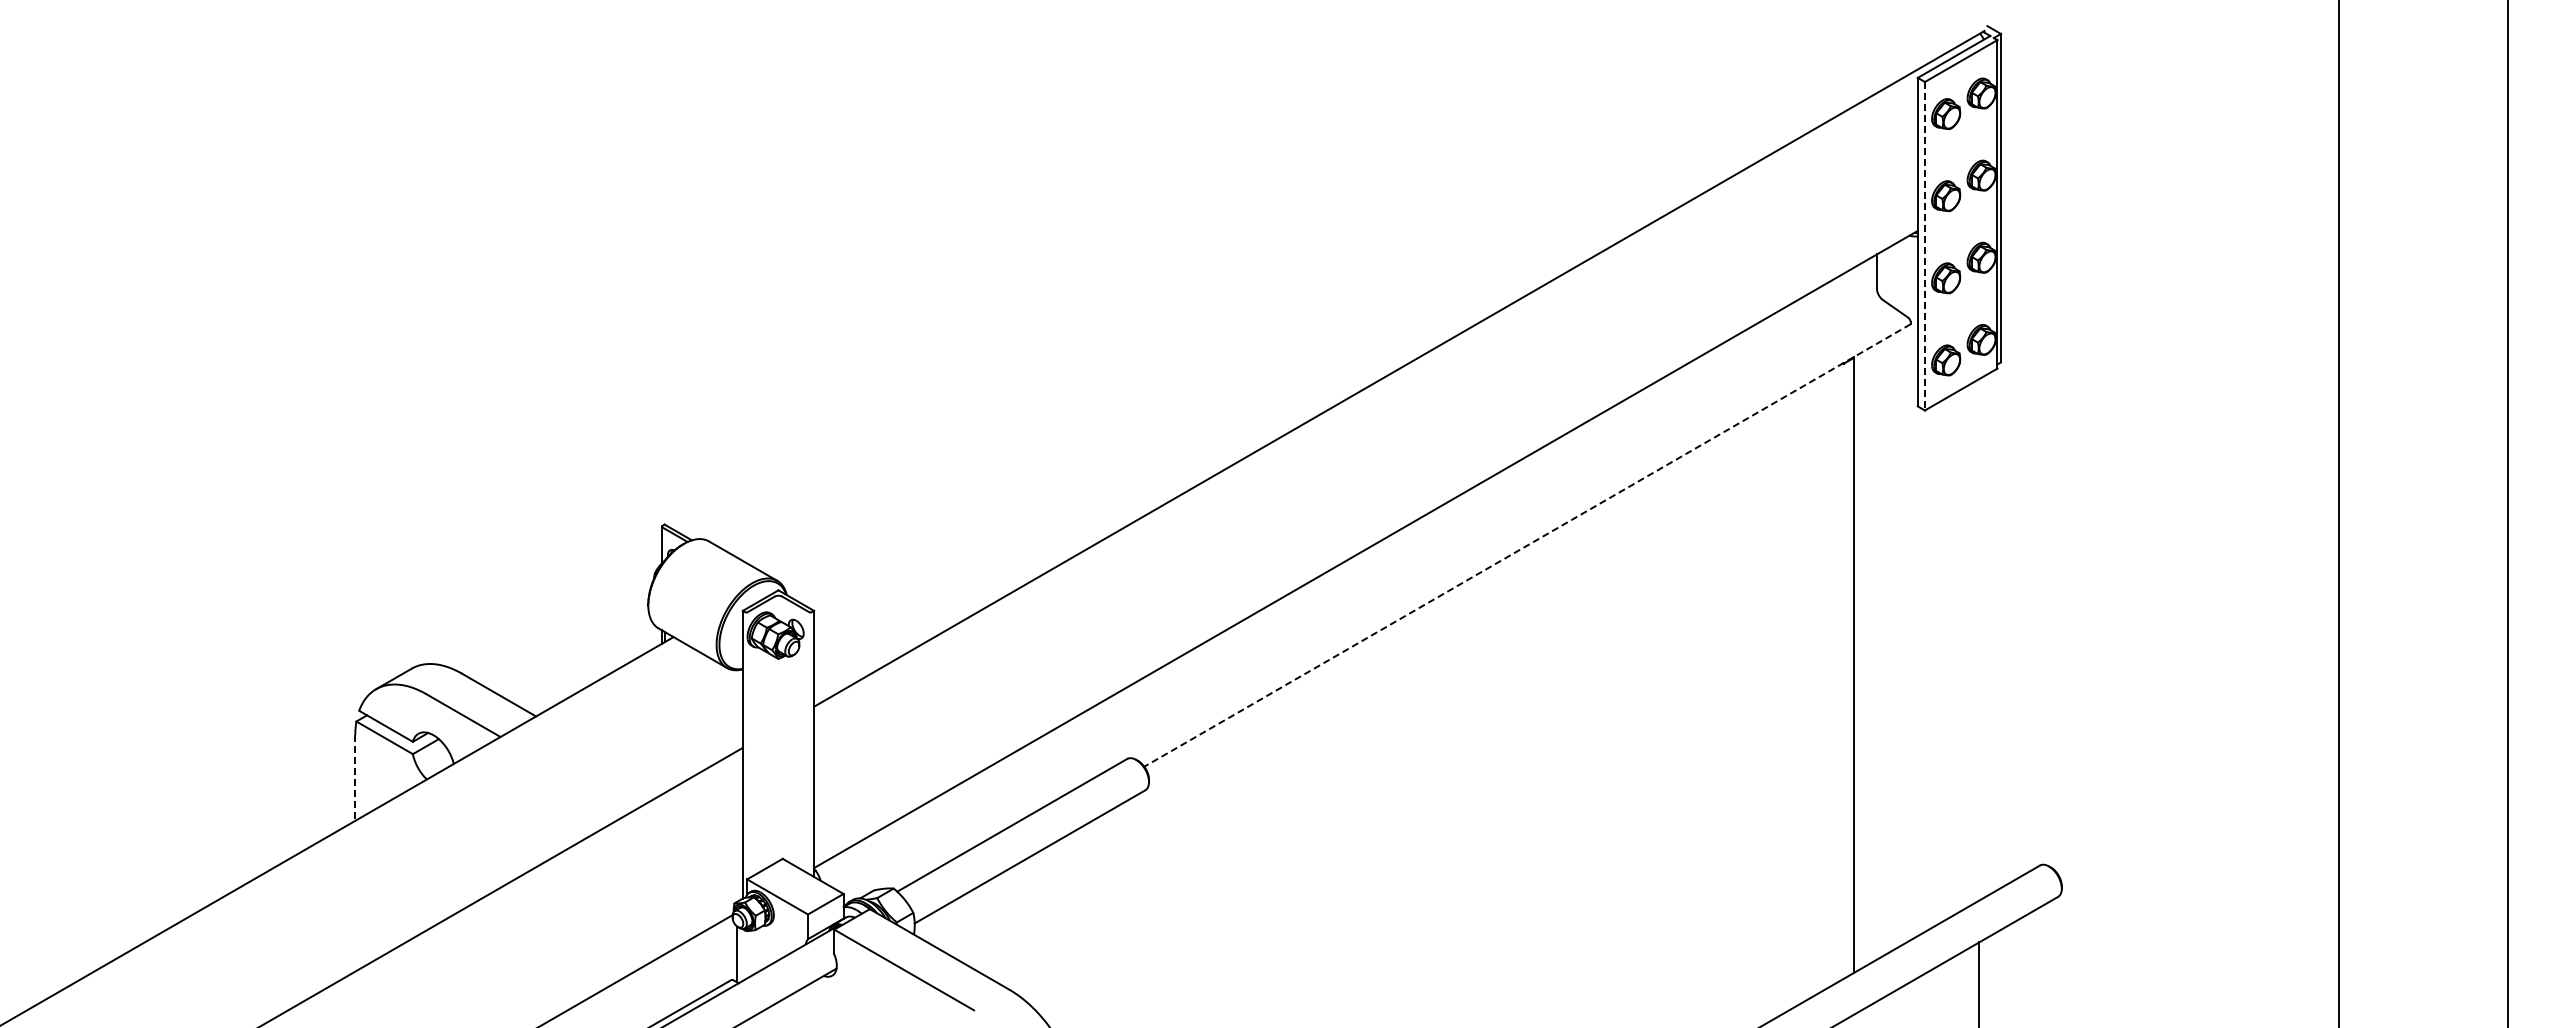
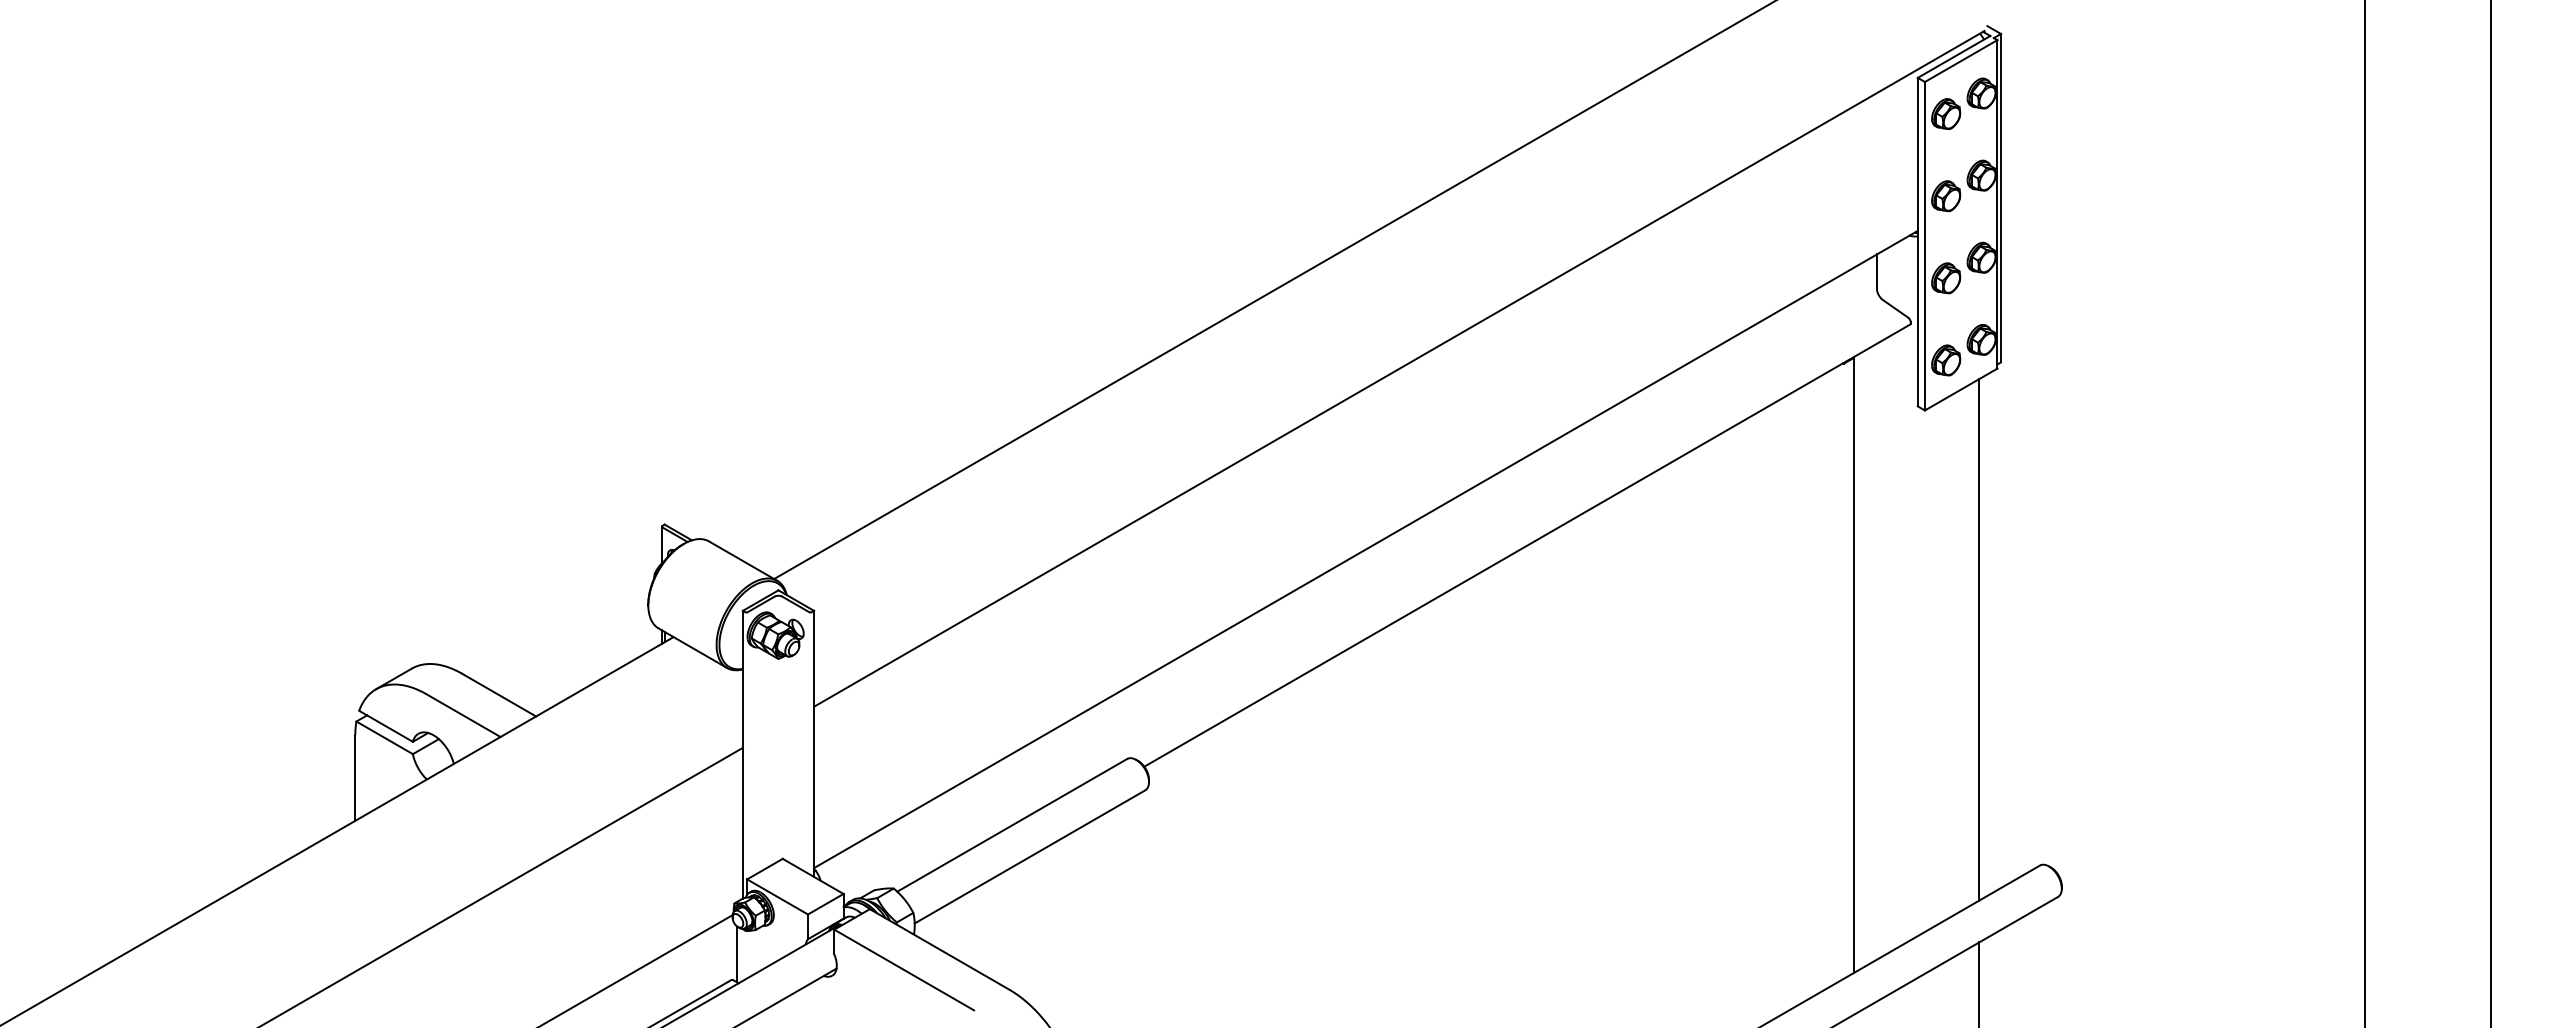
line at (1924, 246): dashed -> solid
line at (1273, 290): none -> present
line at (2339, 513) position: (2339, 513) -> (2365, 513)
line at (2507, 513) position: (2507, 513) -> (2490, 513)
line at (1527, 545): dashed -> solid
line at (1979, 639): none -> present
line at (355, 778): dashed -> solid
